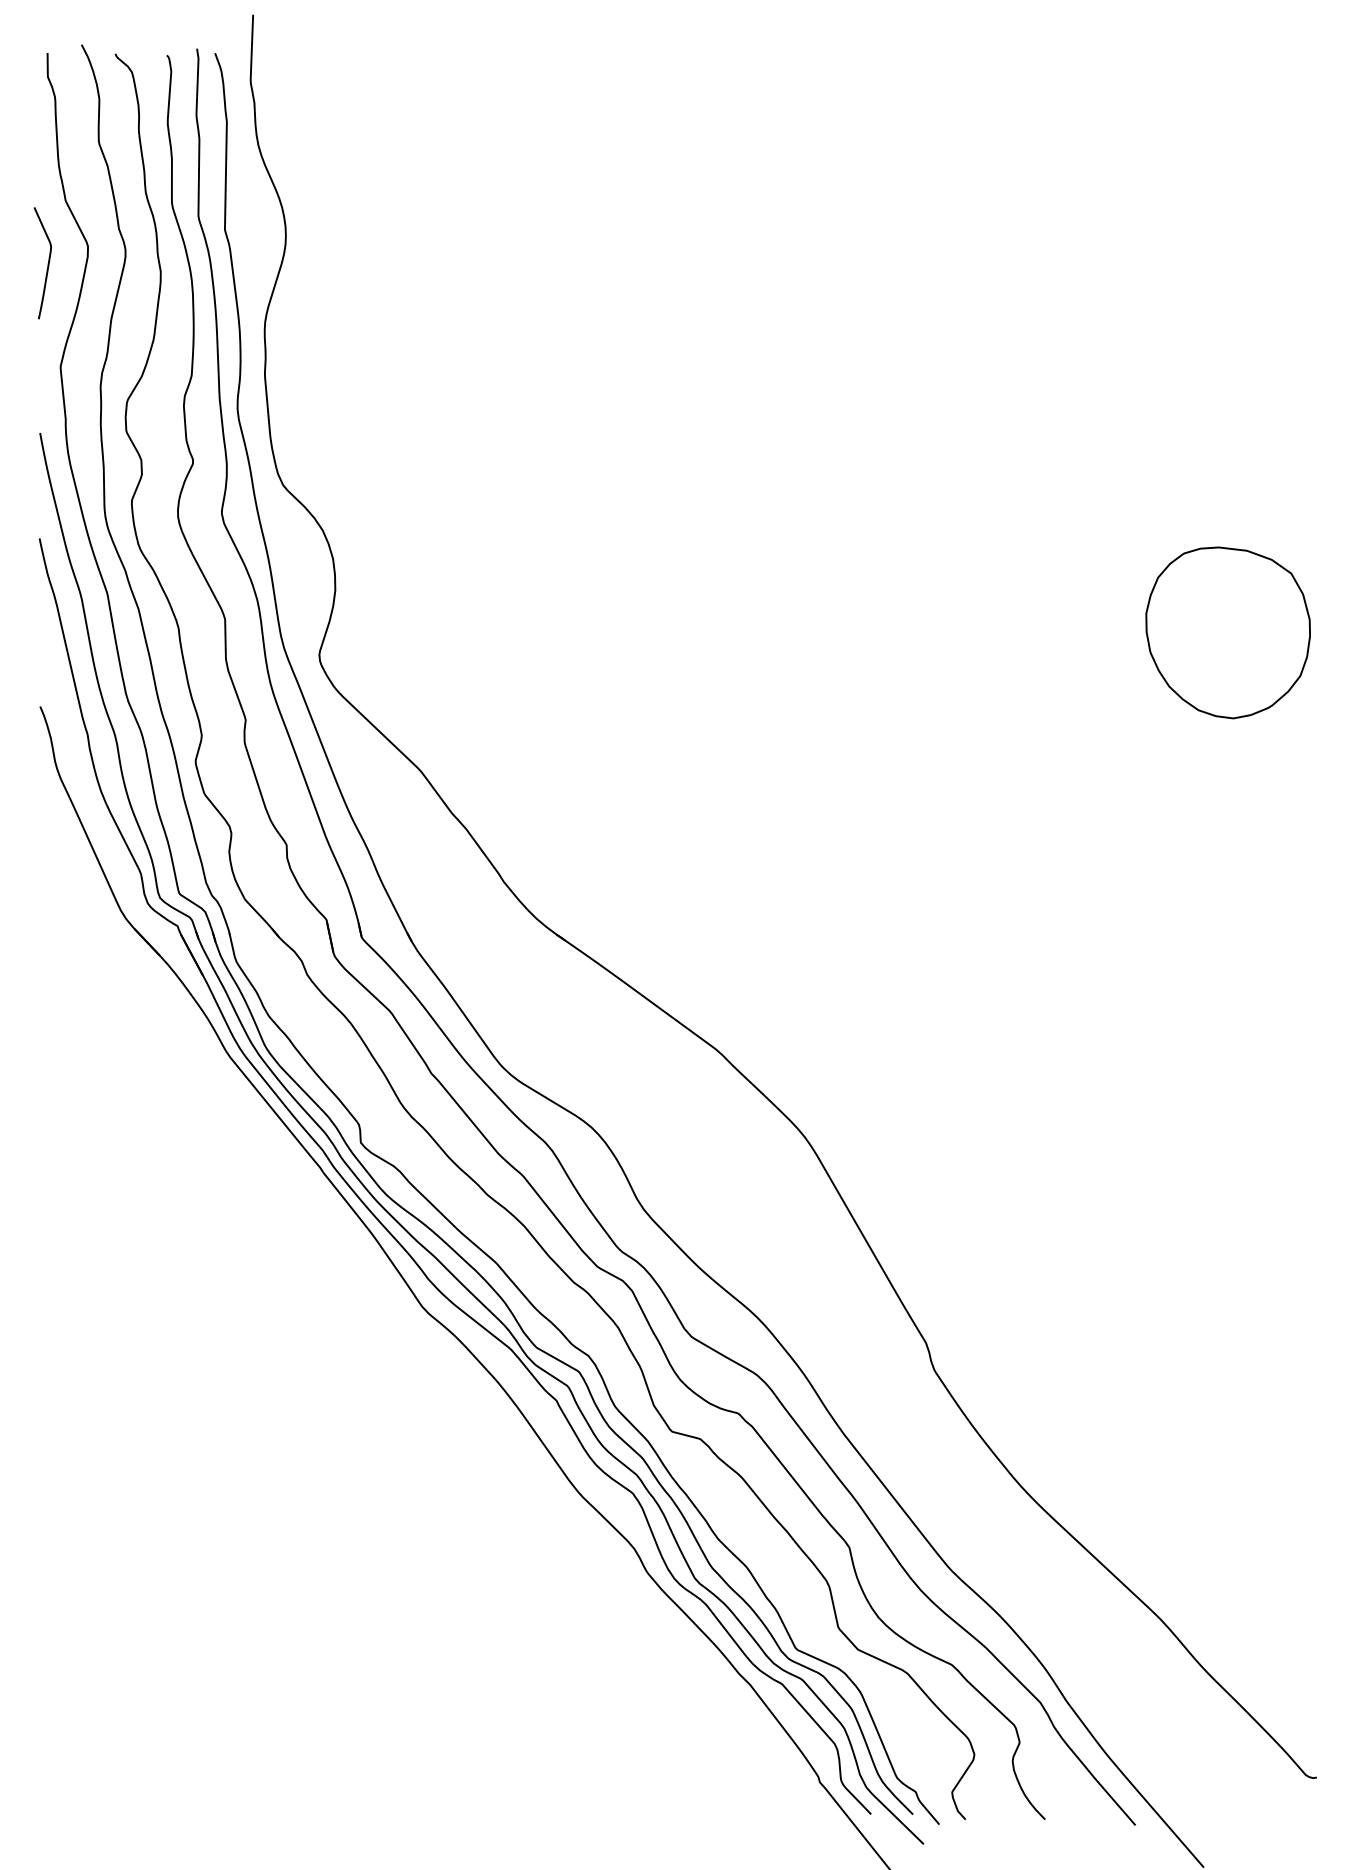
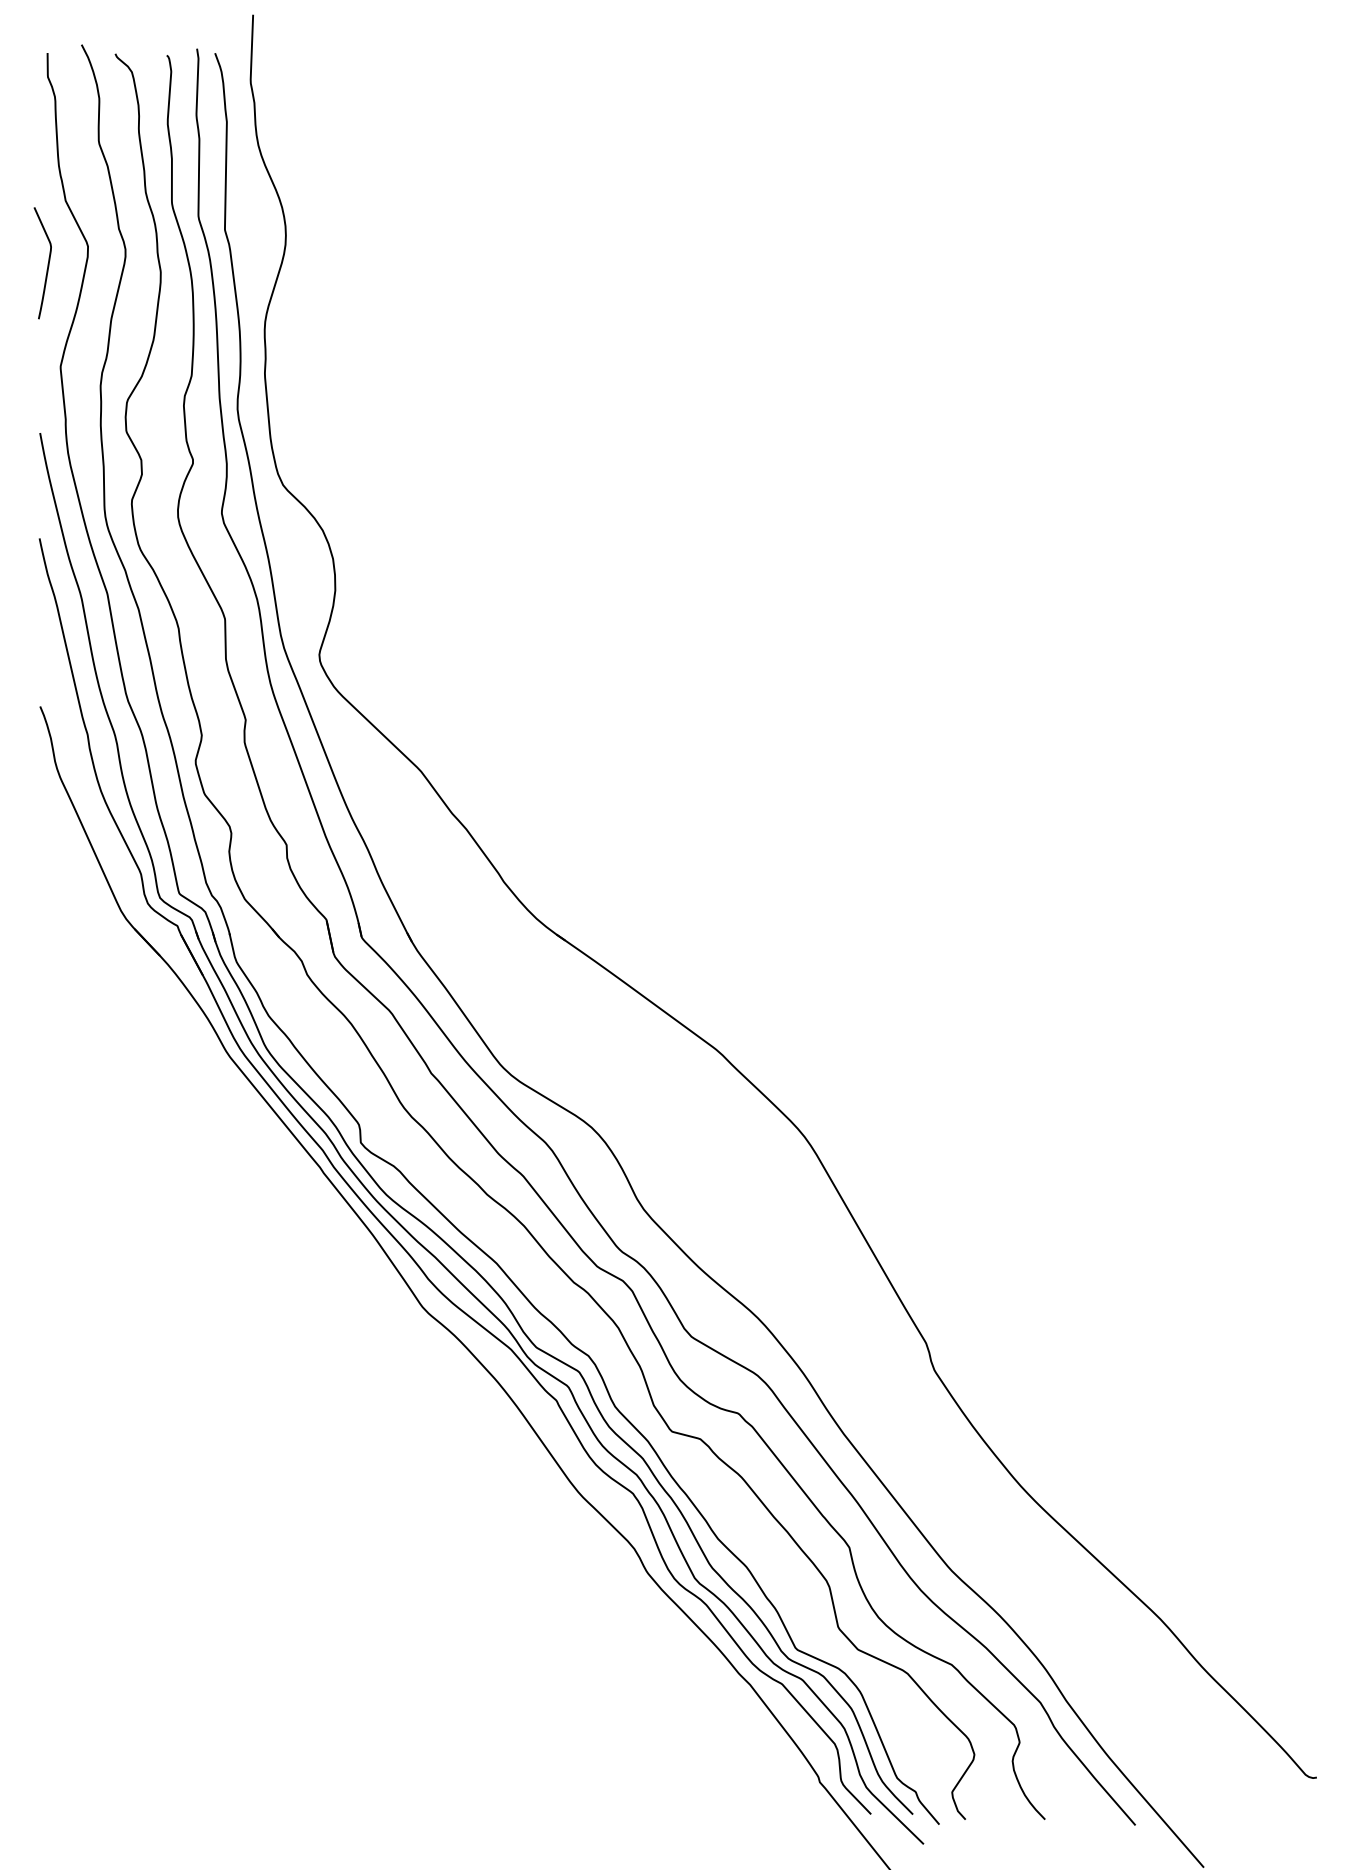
part at (1227, 632): present -> none
